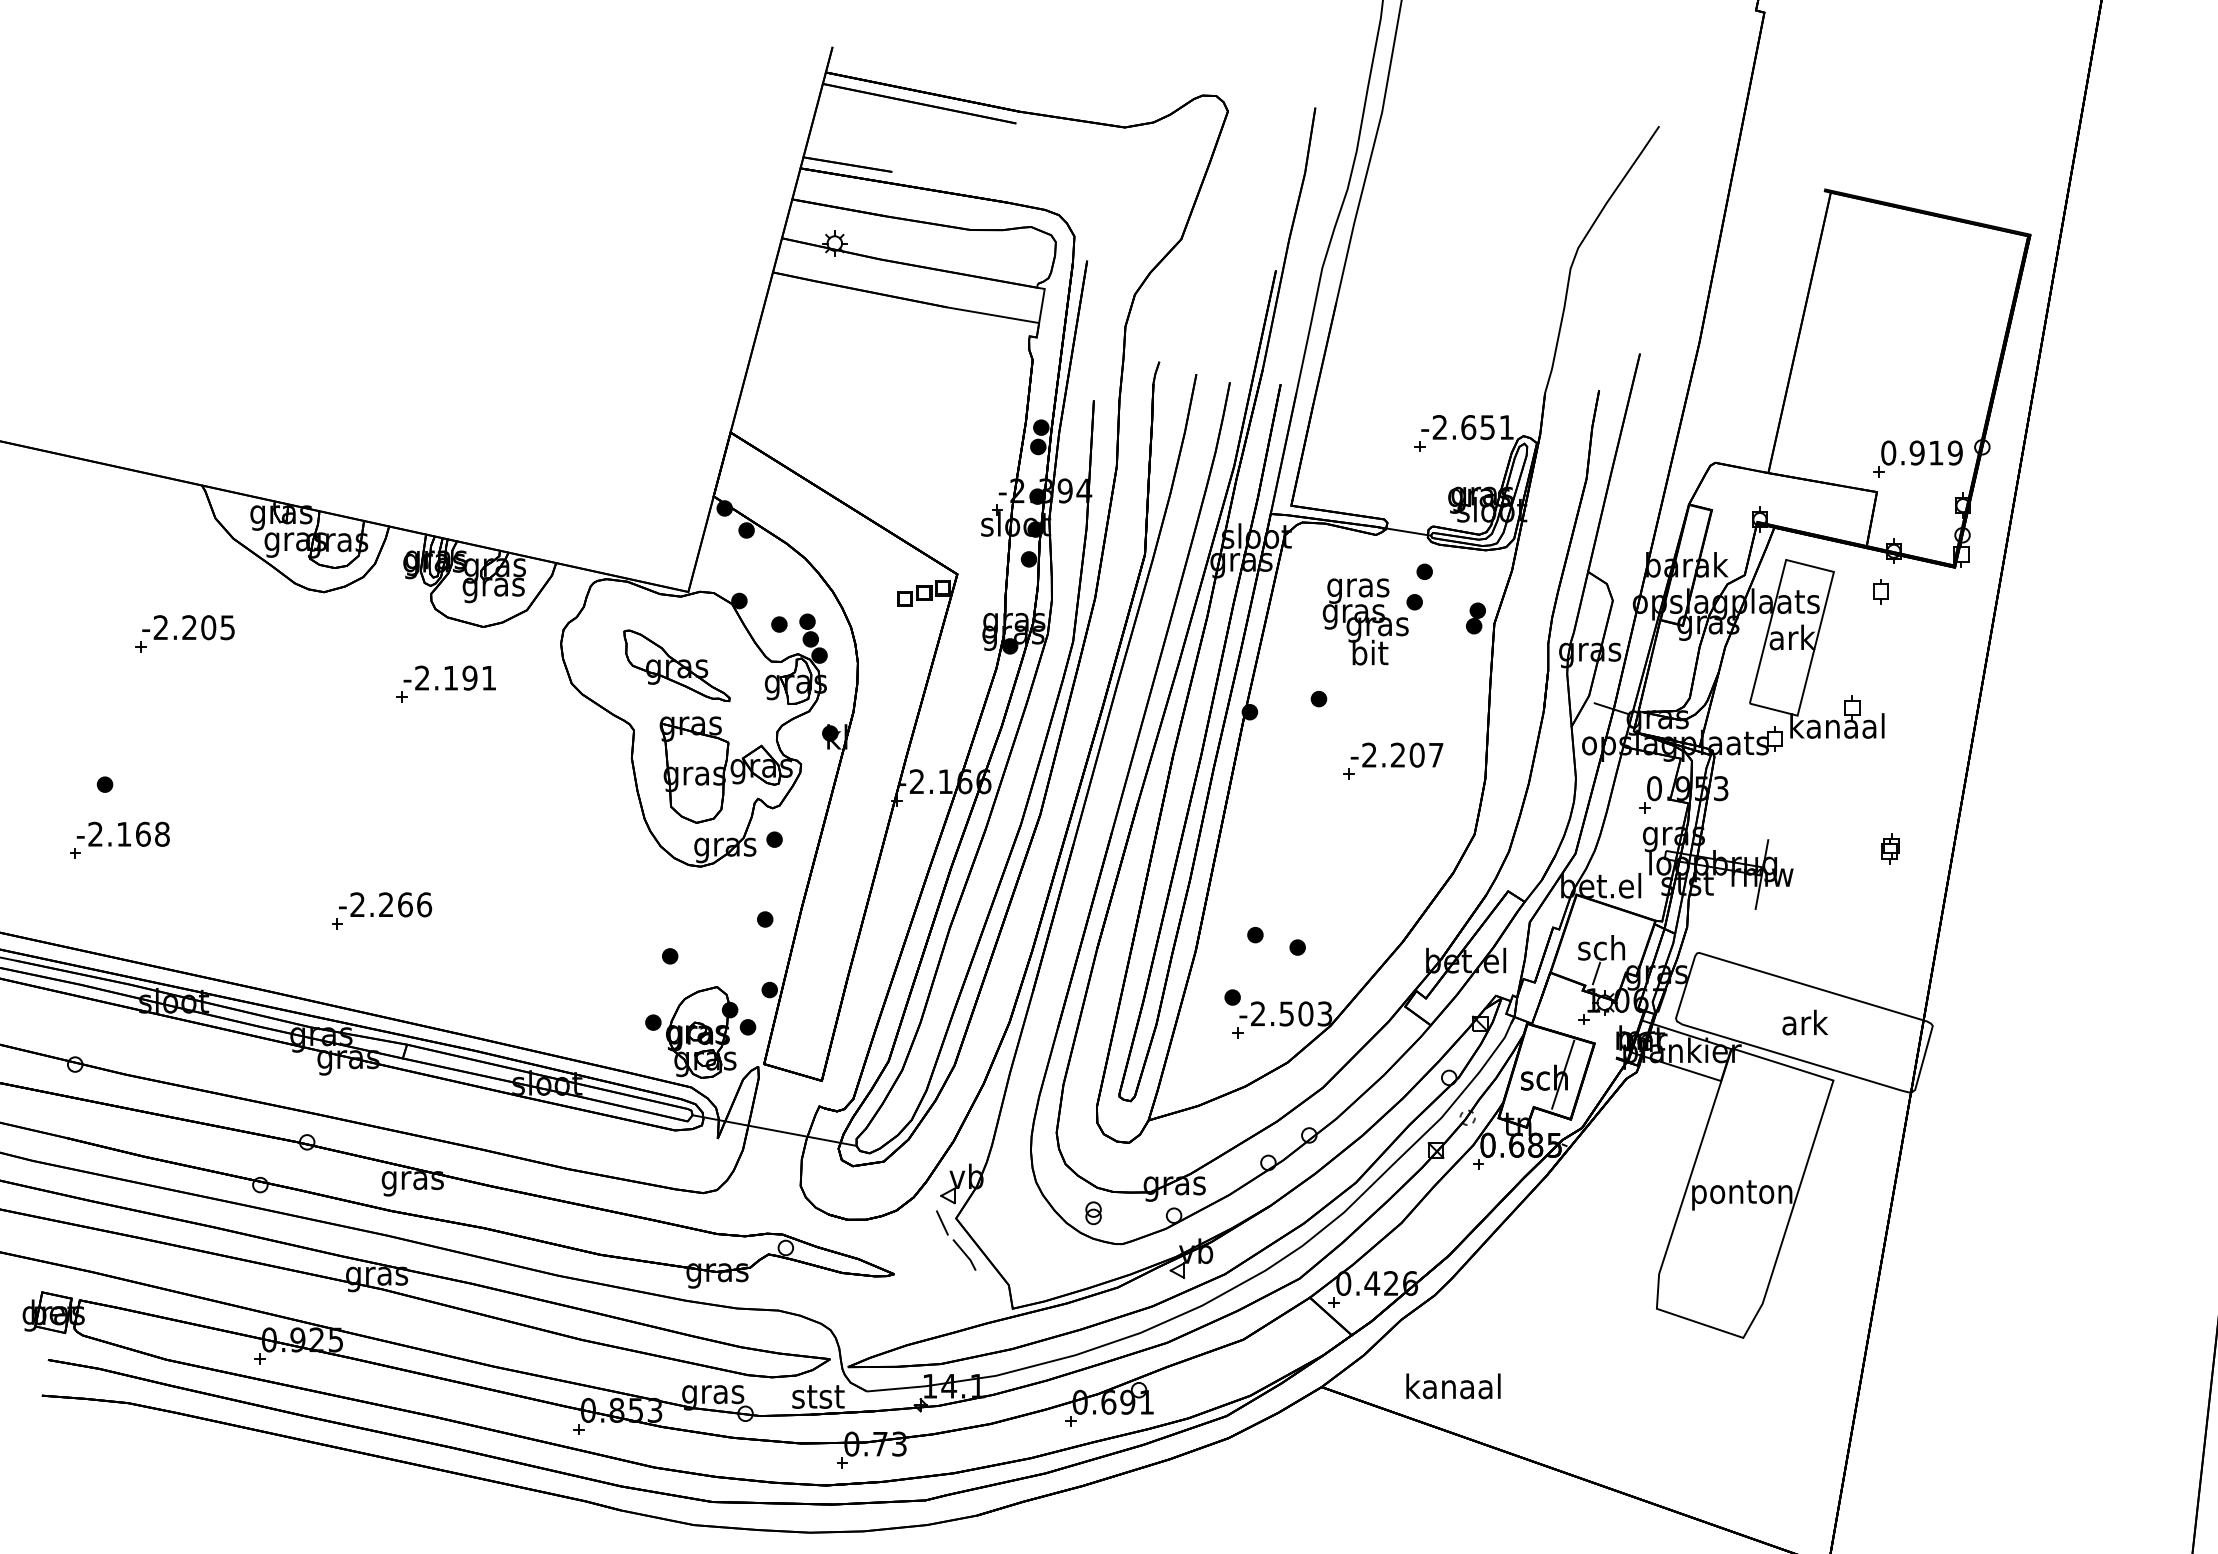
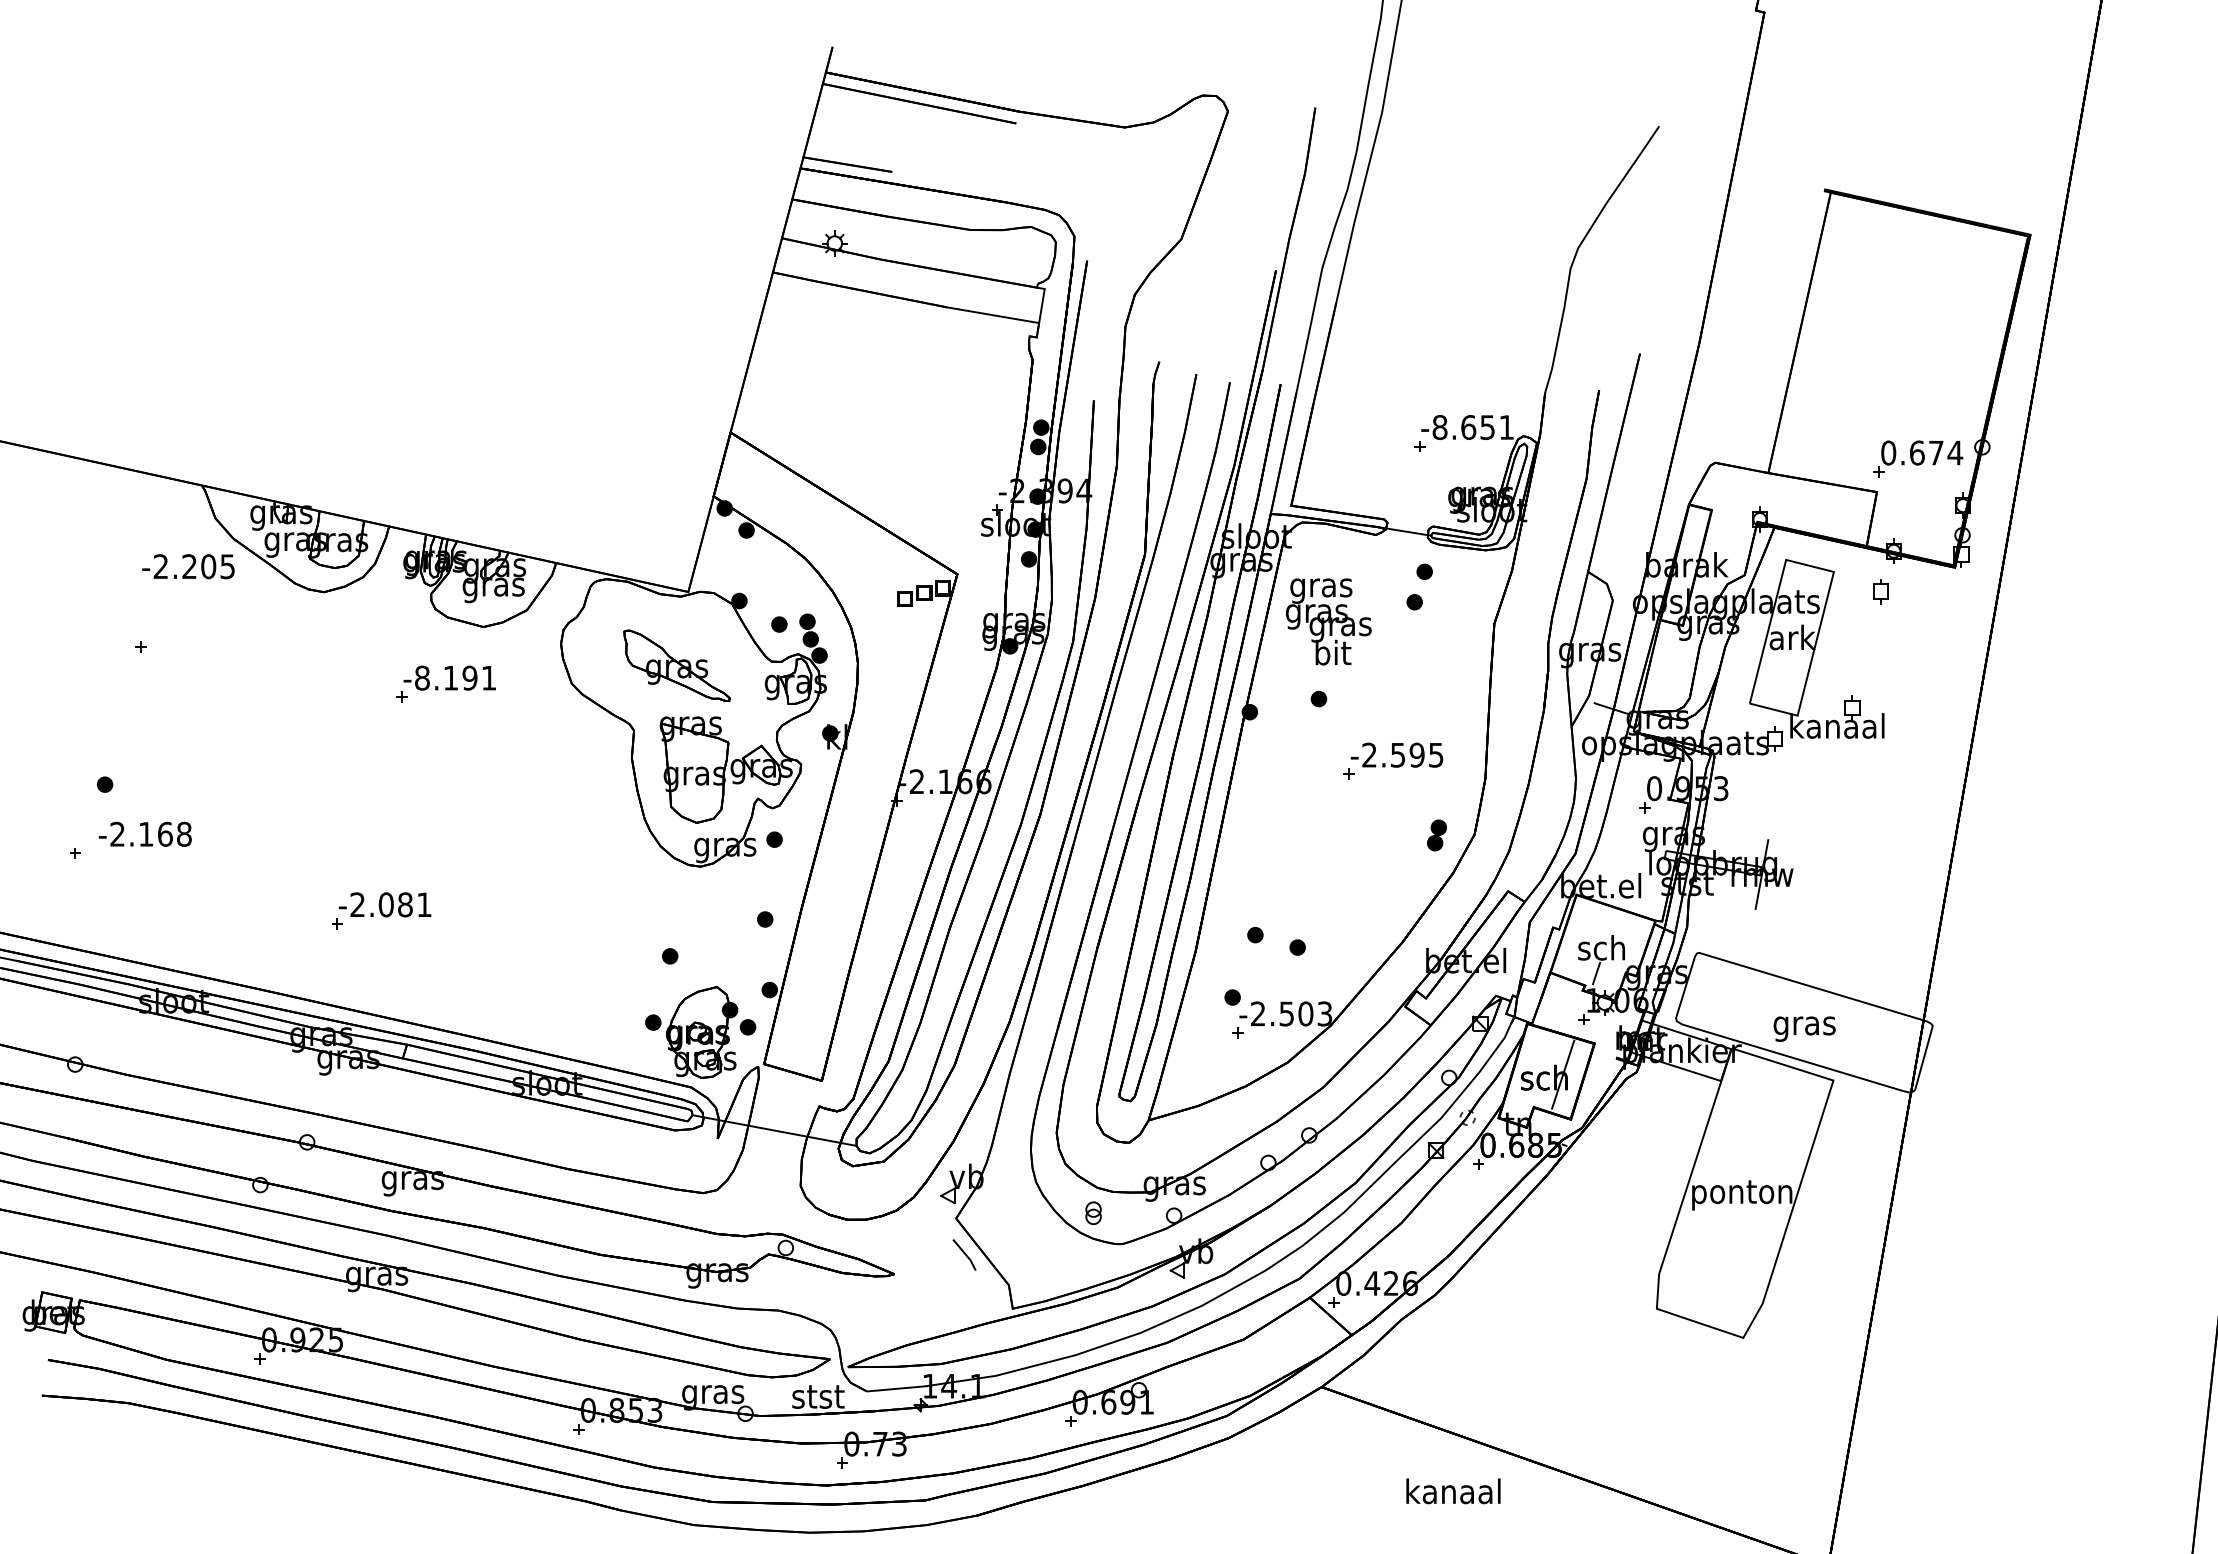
text at (1439, 427): -2.651 -> -8.651
text at (1936, 452): 0.919 -> 0.674
part at (1475, 618) position: (1475, 618) -> (1436, 835)
text at (1365, 621) position: (1365, 621) -> (1328, 621)
text at (188, 627) position: (188, 627) -> (188, 566)
text at (422, 677): -2.191 -> -8.191
text at (1416, 754): -2.207 -> -2.595
text at (122, 833) position: (122, 833) -> (144, 833)
part at (1890, 848): present -> none
text at (405, 904): -2.266 -> -2.081
text at (1804, 1025): ark -> gras
line at (941, 1222): present -> none
text at (1453, 1386) position: (1453, 1386) -> (1453, 1491)
